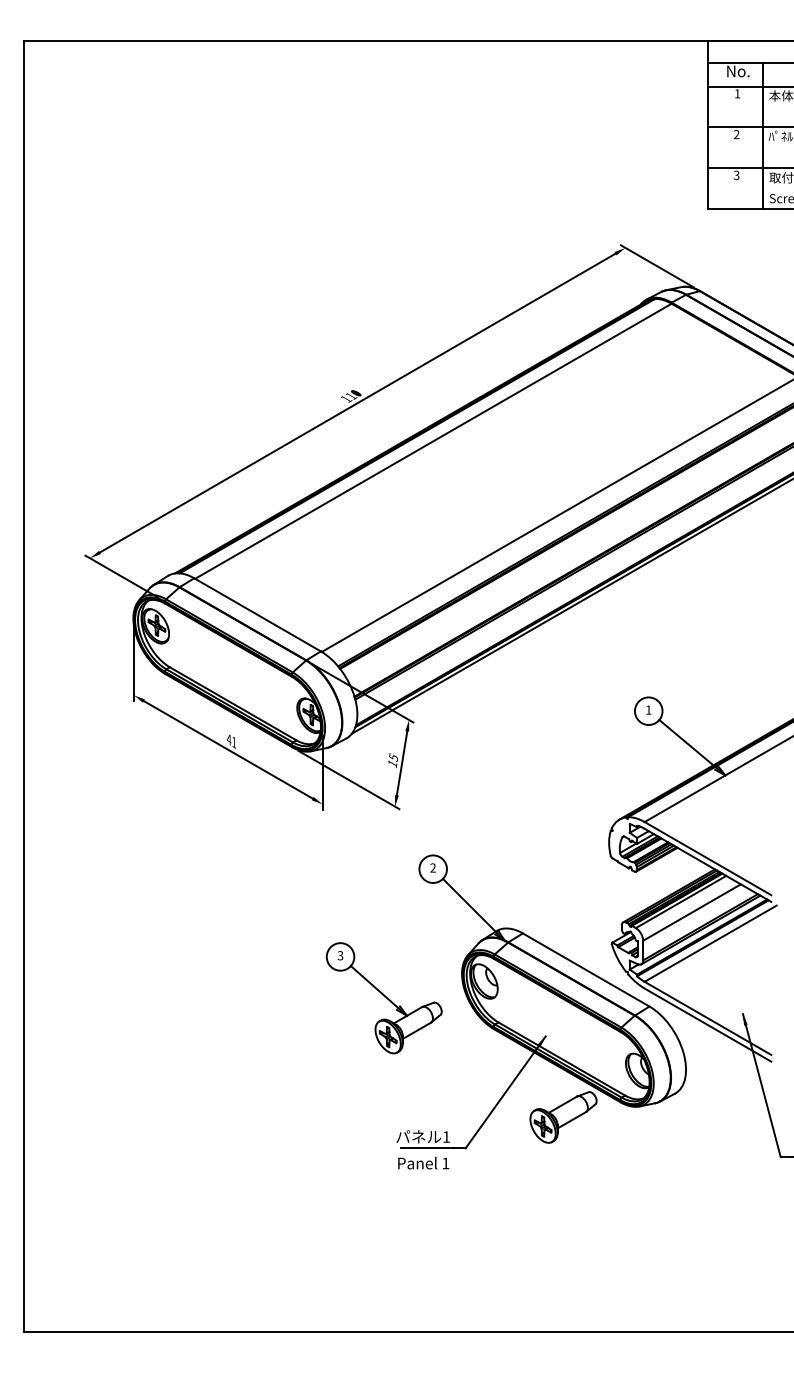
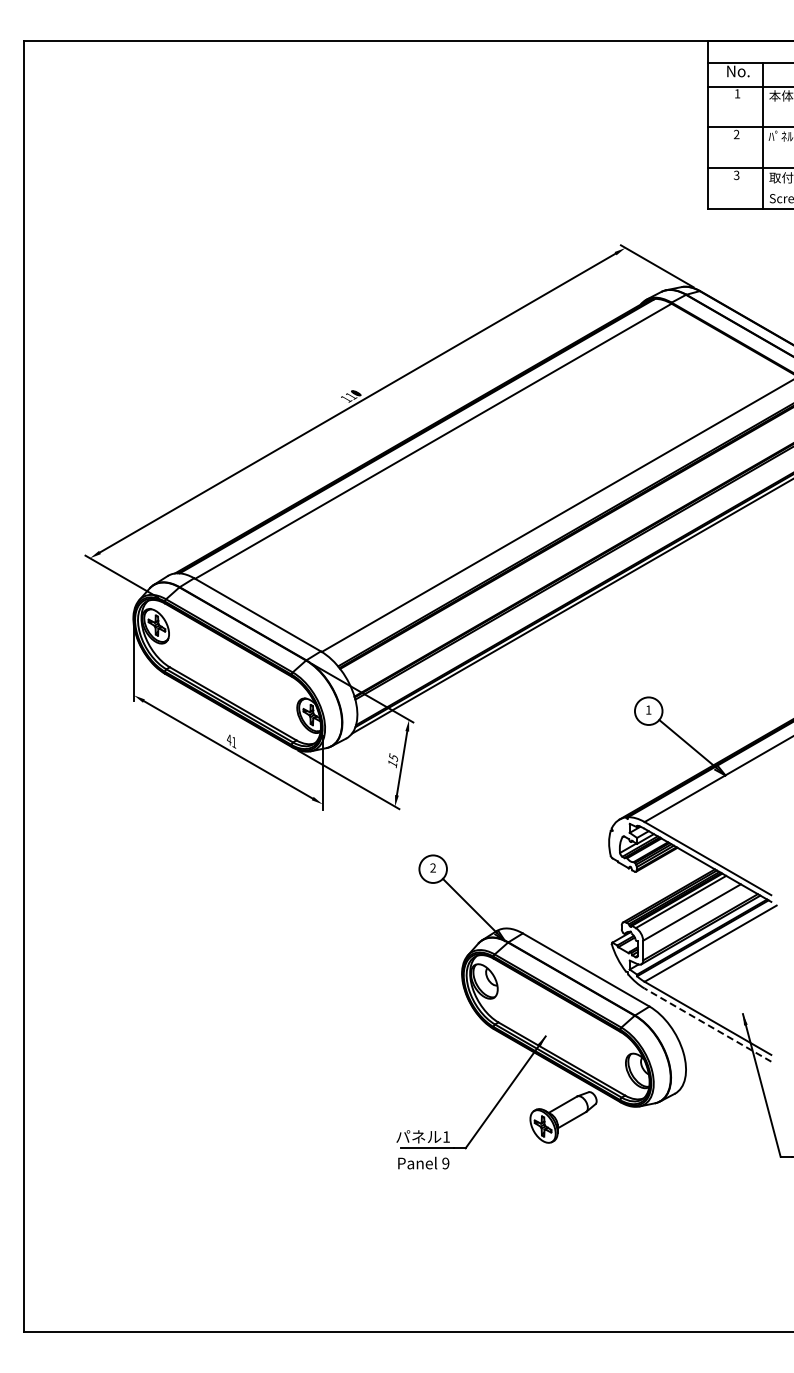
part at (383, 998): present -> none
line at (707, 1024): solid -> dashed
text at (445, 1163): 1 -> 9
